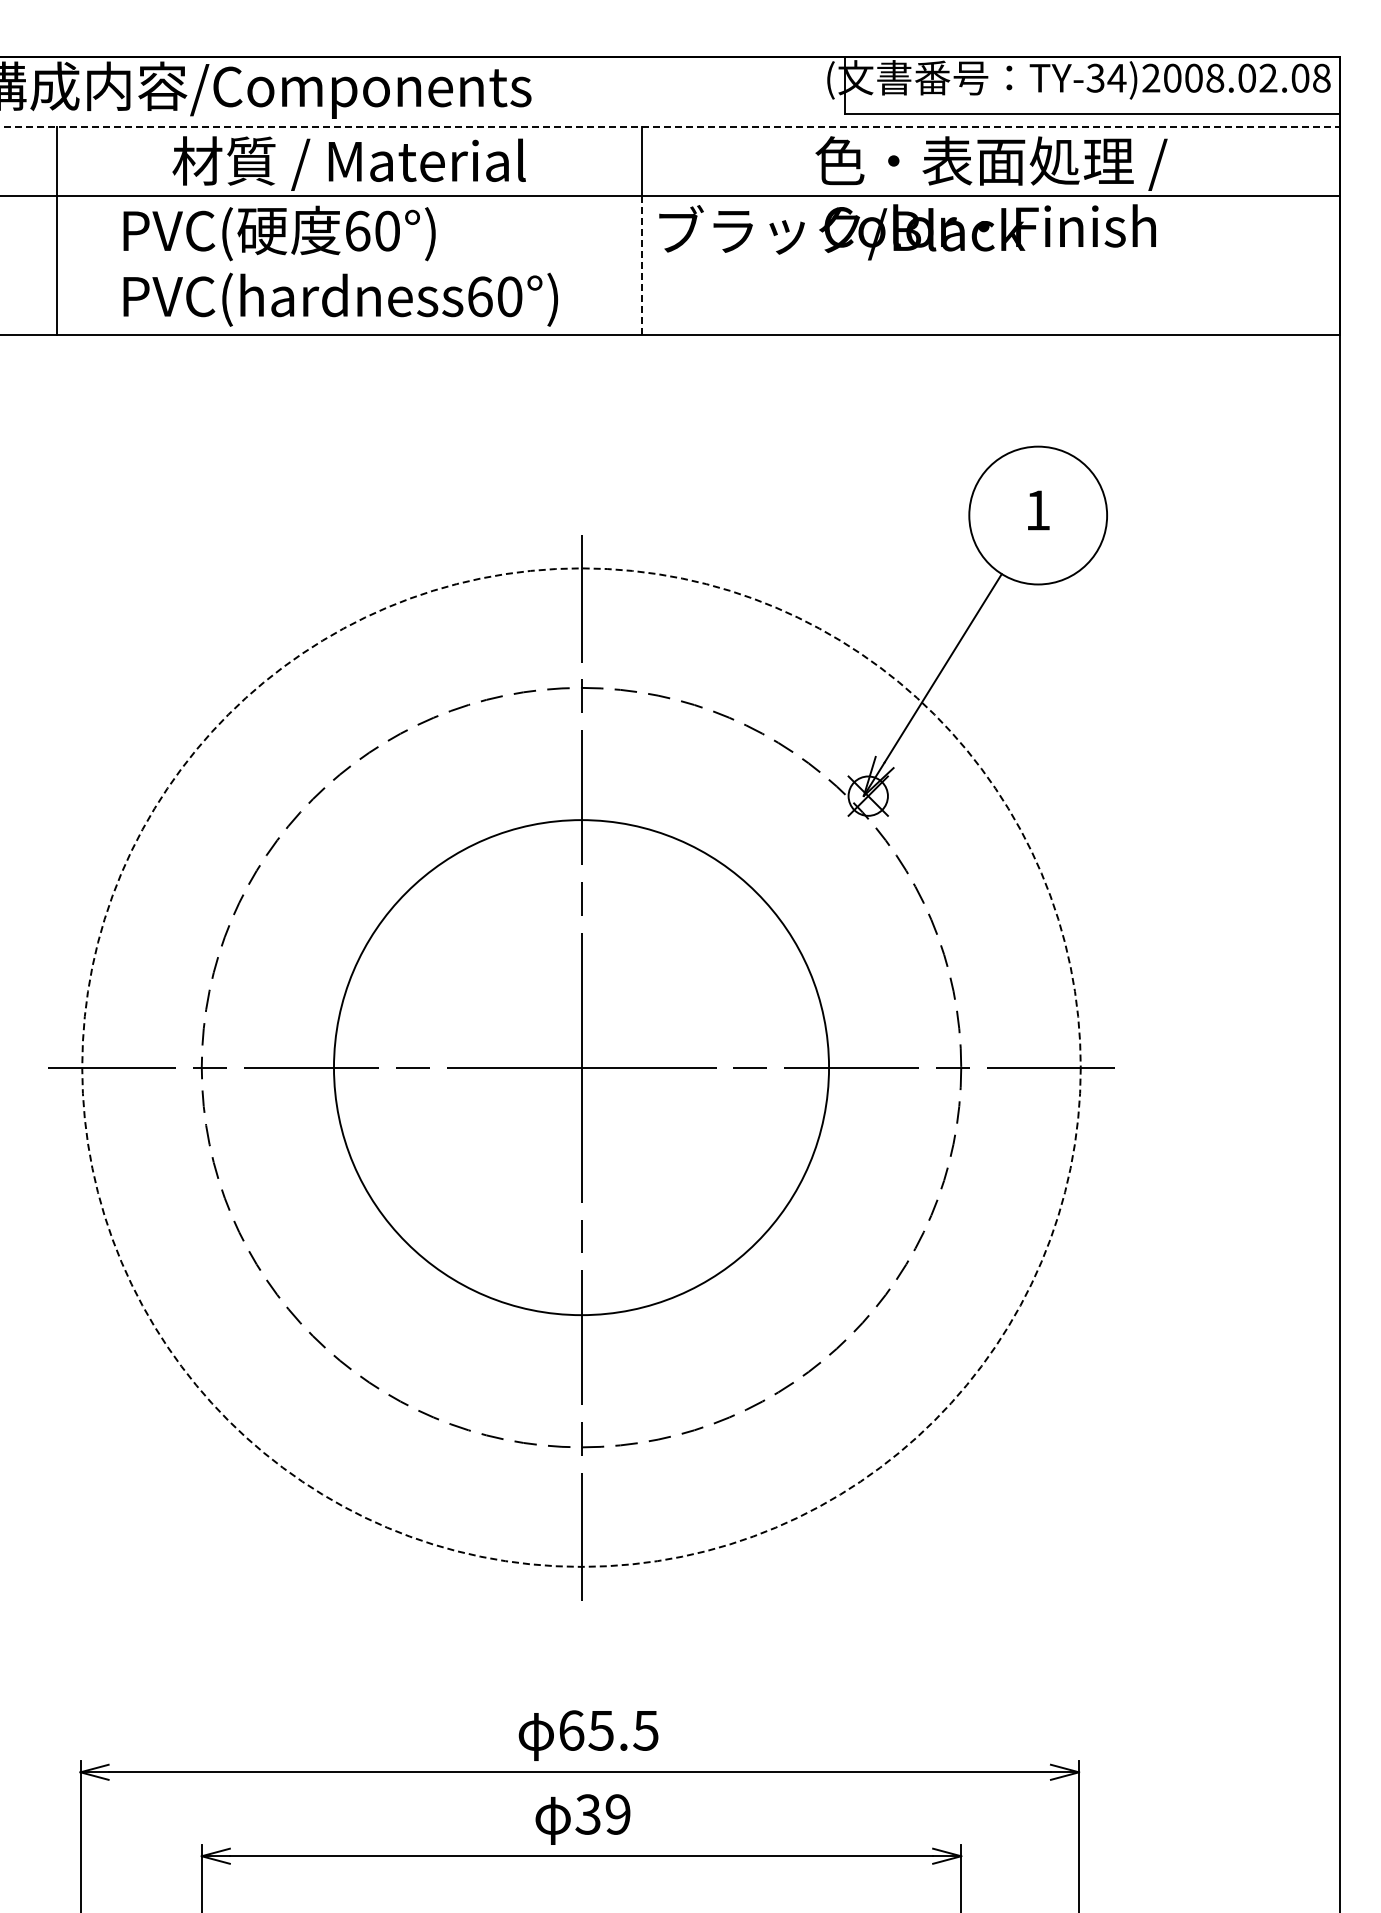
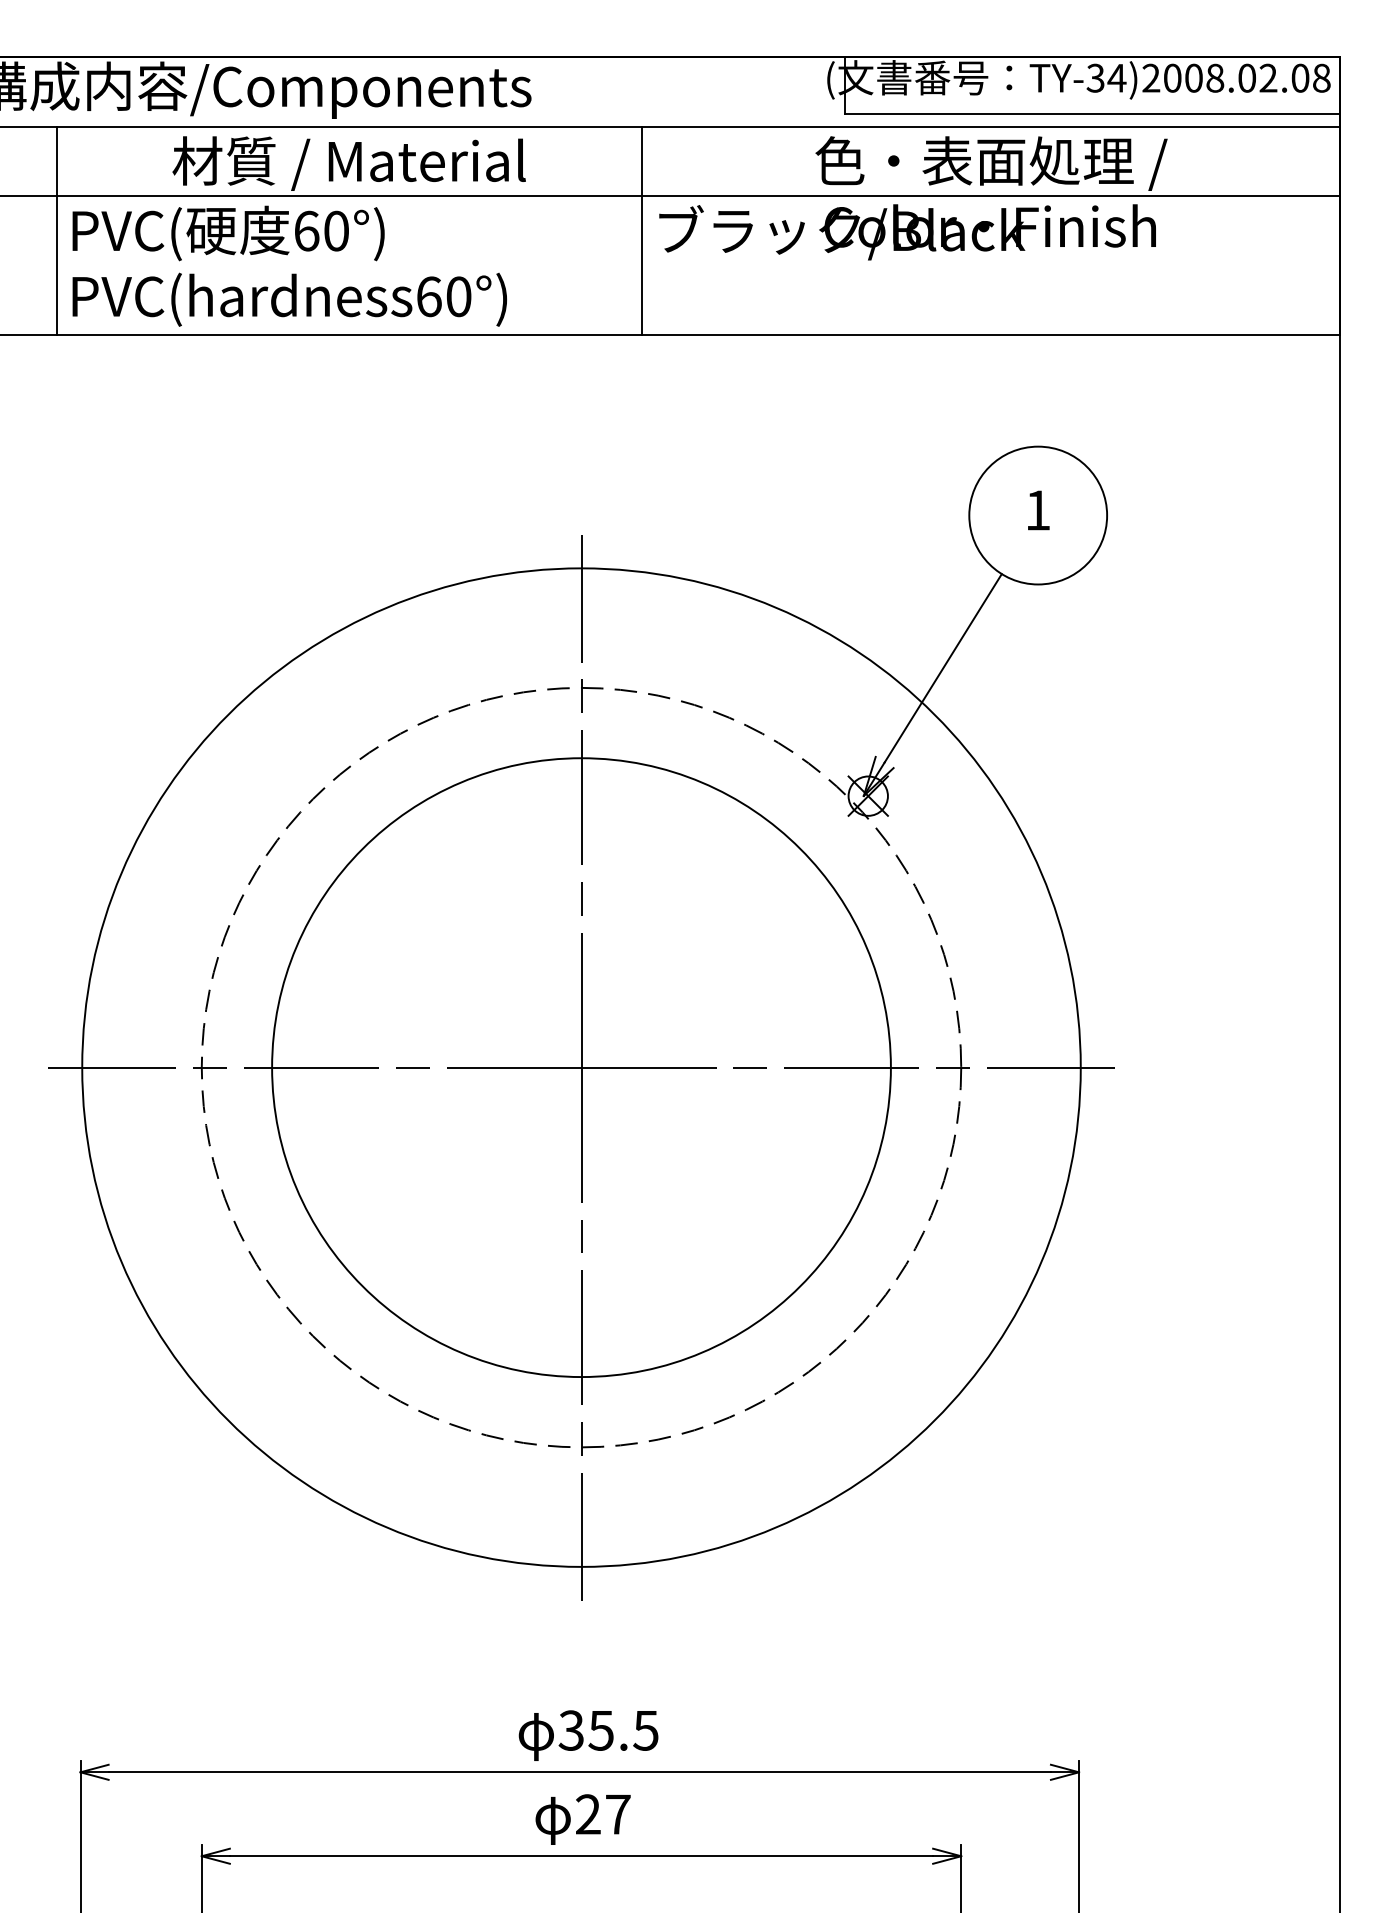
line at (669, 126): dashed -> solid
text at (340, 265) position: (340, 265) -> (289, 265)
line at (642, 266): dashed -> solid
circle at (581, 1067) diameter: 495 px -> 619 px
circle at (581, 1067): dashed -> solid
text at (571, 1730): 65.5 -> 35.5
text at (602, 1814): 39 -> 27
